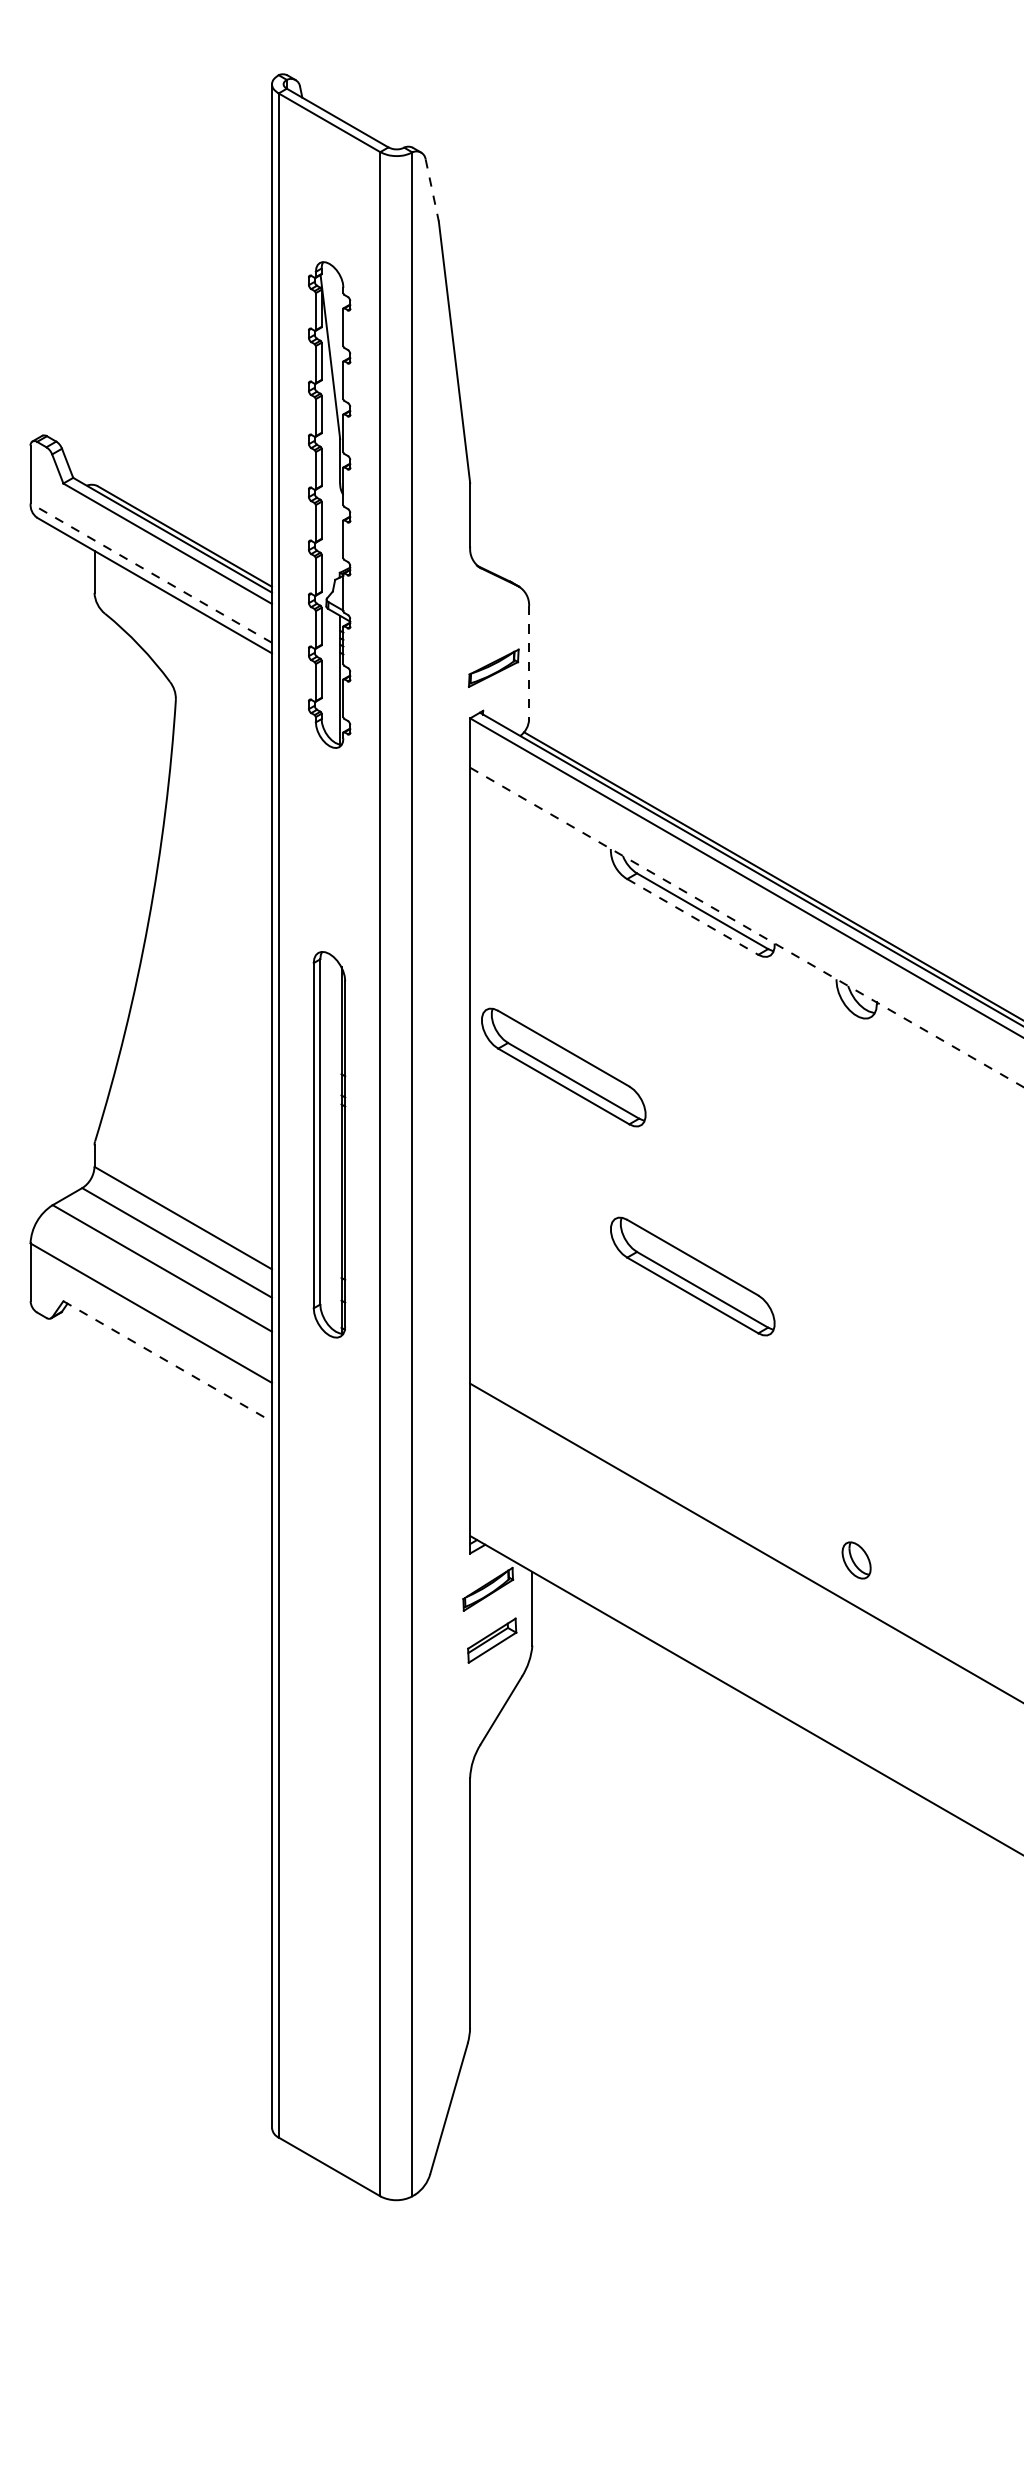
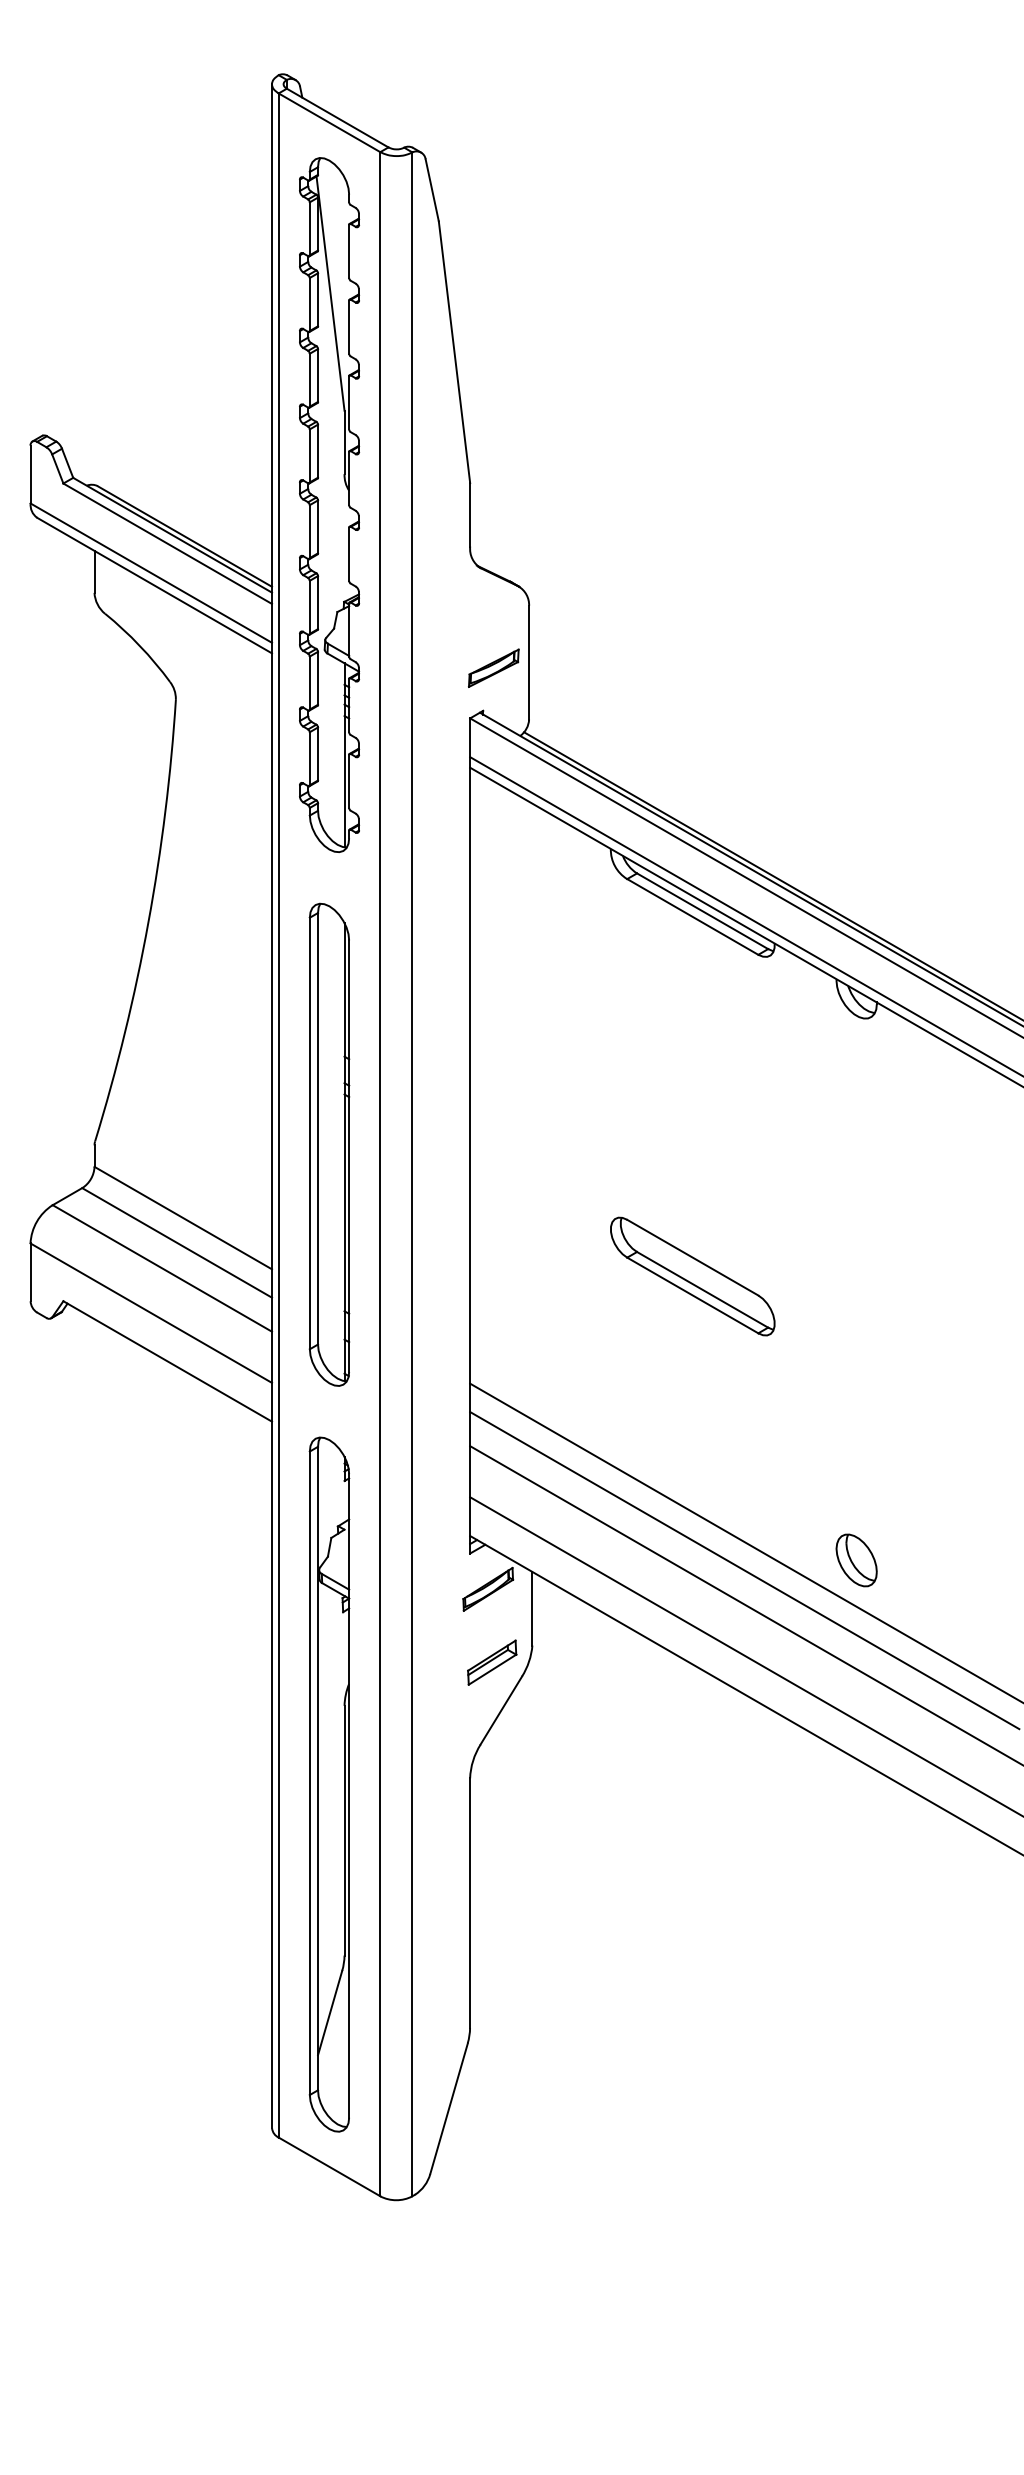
line at (432, 190): dashed -> solid
part at (329, 504) size: 44x488 px -> 62x696 px
line at (150, 572): dashed -> solid
line at (529, 662): dashed -> solid
line at (745, 915): none -> present
line at (692, 916): dashed -> solid
line at (747, 927): dashed -> solid
part at (563, 1067): present -> none
part at (329, 1144) size: 35x388 px -> 43x485 px
line at (168, 1361): dashed -> solid
part at (856, 1560) size: 31x39 px -> 43x55 px
line at (744, 1570): none -> present
line at (745, 1604): none -> present
part at (492, 1640) position: (492, 1640) -> (492, 1662)
line at (745, 1655): none -> present
part at (329, 1784): none -> present
